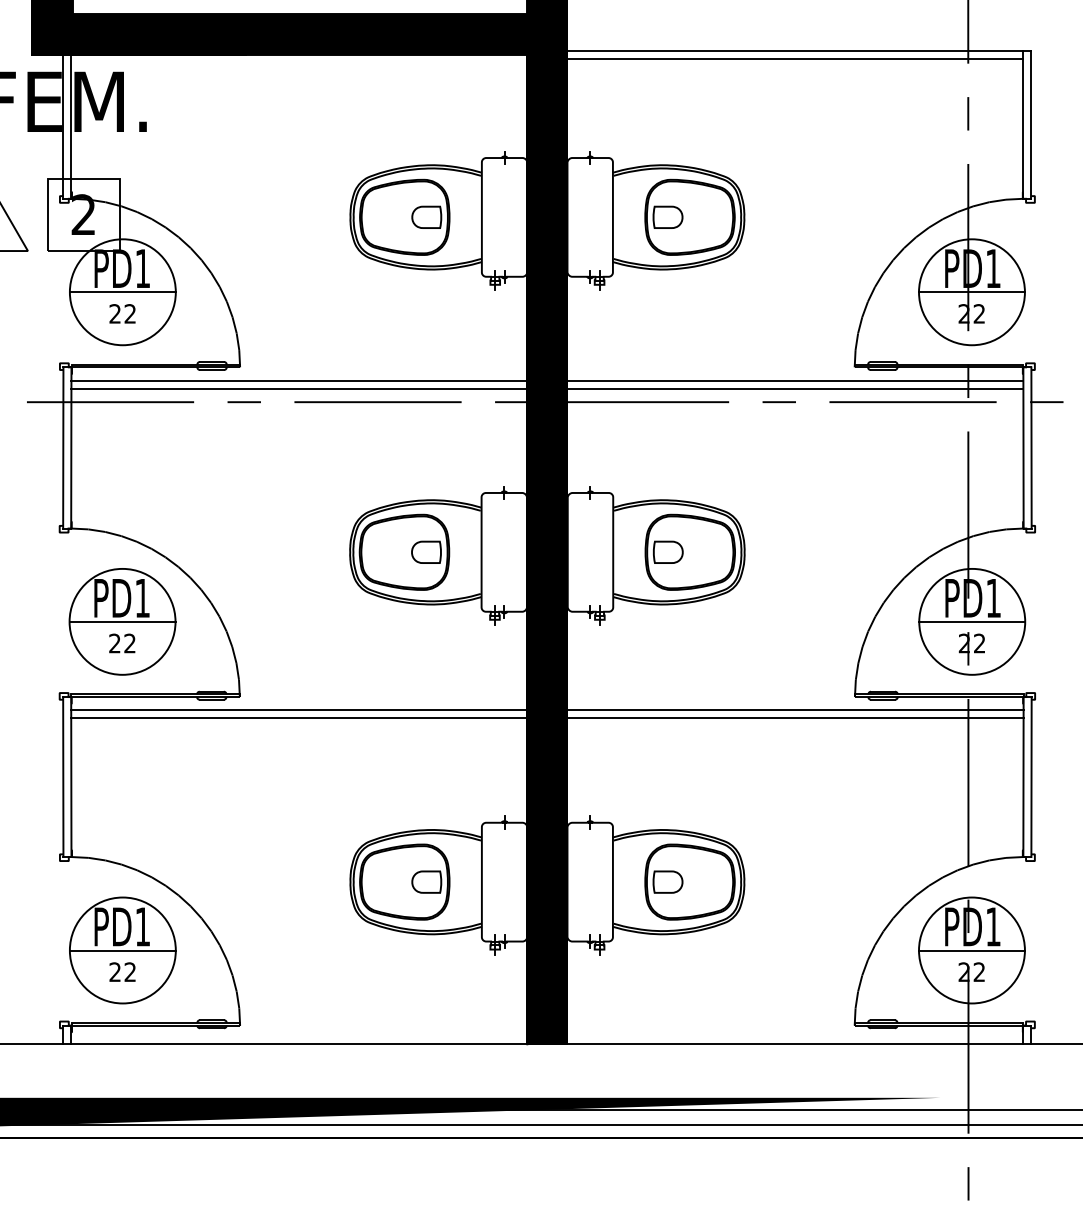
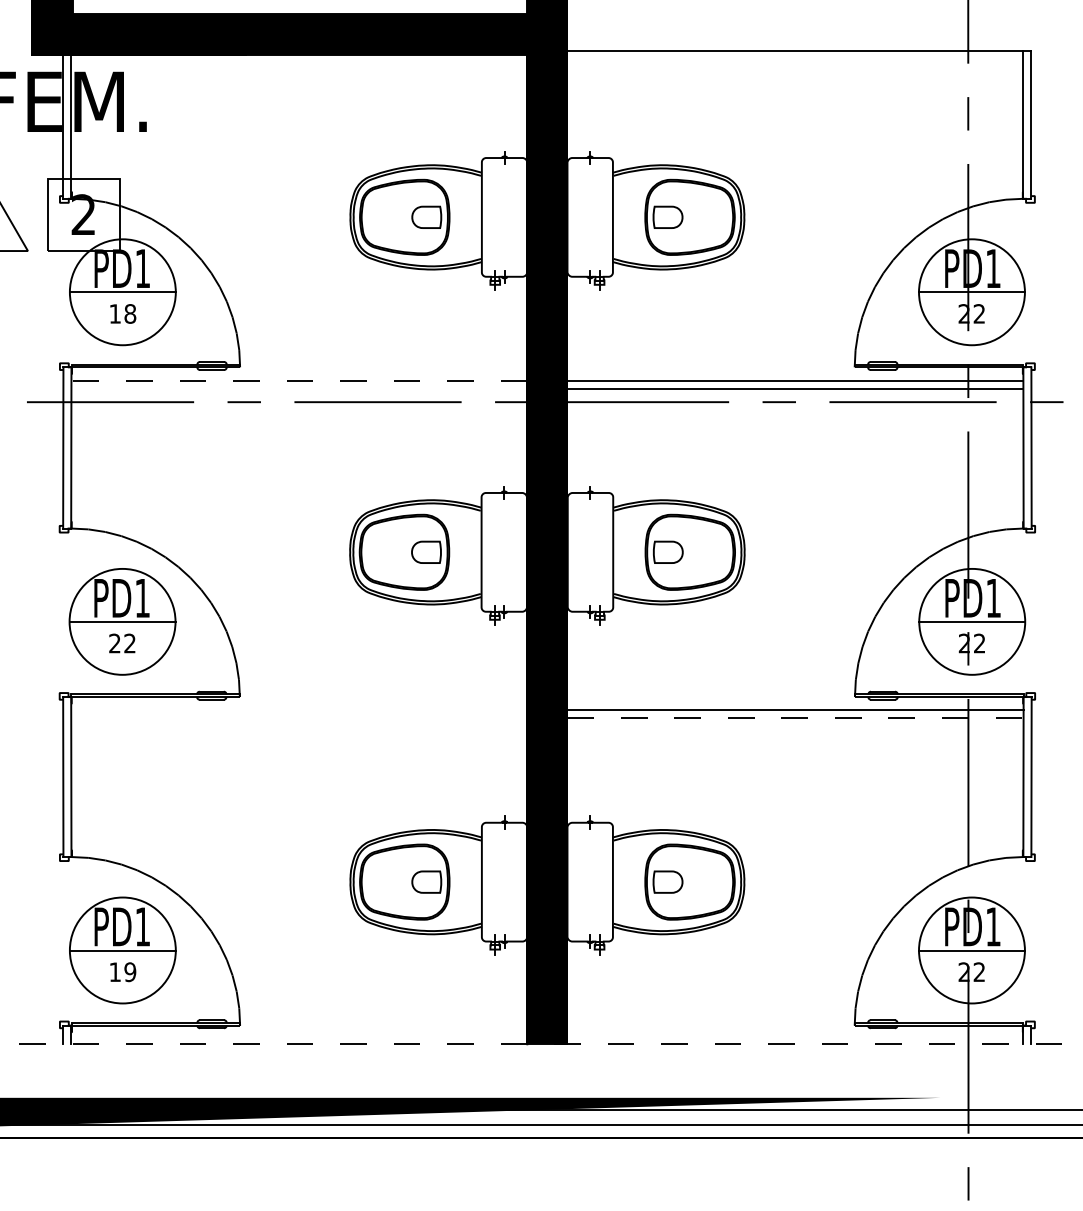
line at (795, 59): present -> none
text at (122, 313): 22 -> 18
line at (299, 380): solid -> dashed
line at (299, 388): present -> none
line at (299, 710): present -> none
line at (299, 718): present -> none
line at (796, 718): solid -> dashed
text at (122, 972): 22 -> 19
line at (541, 1044): solid -> dashed
